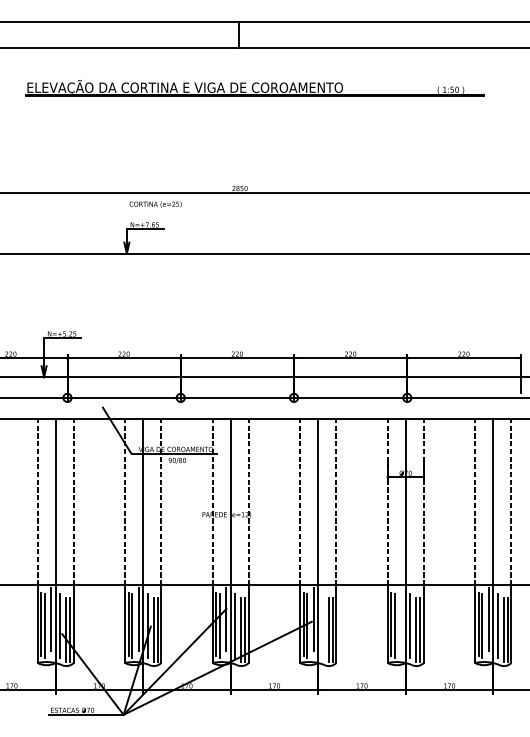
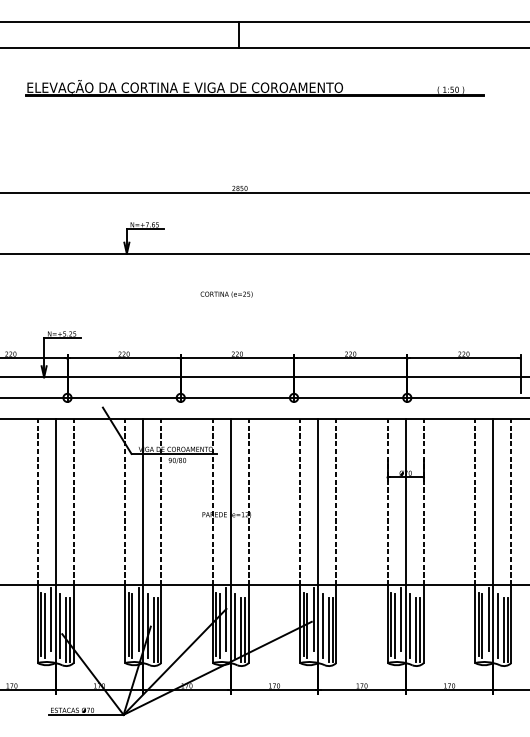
text at (155, 204) position: (155, 204) -> (226, 294)
line at (401, 619): none -> present
line at (322, 626): none -> present
